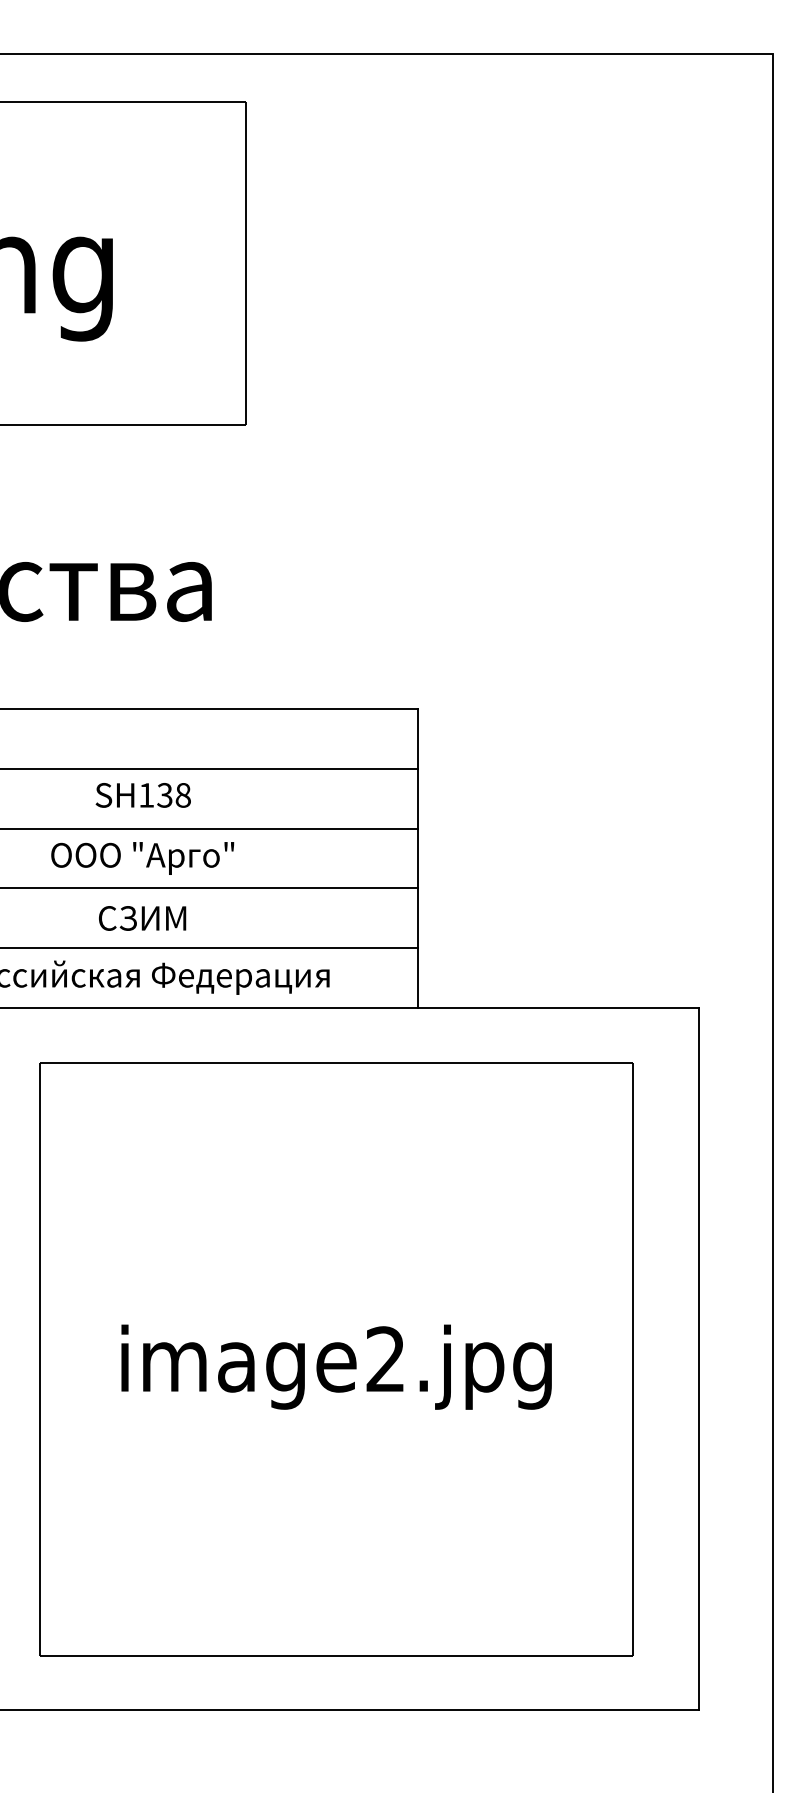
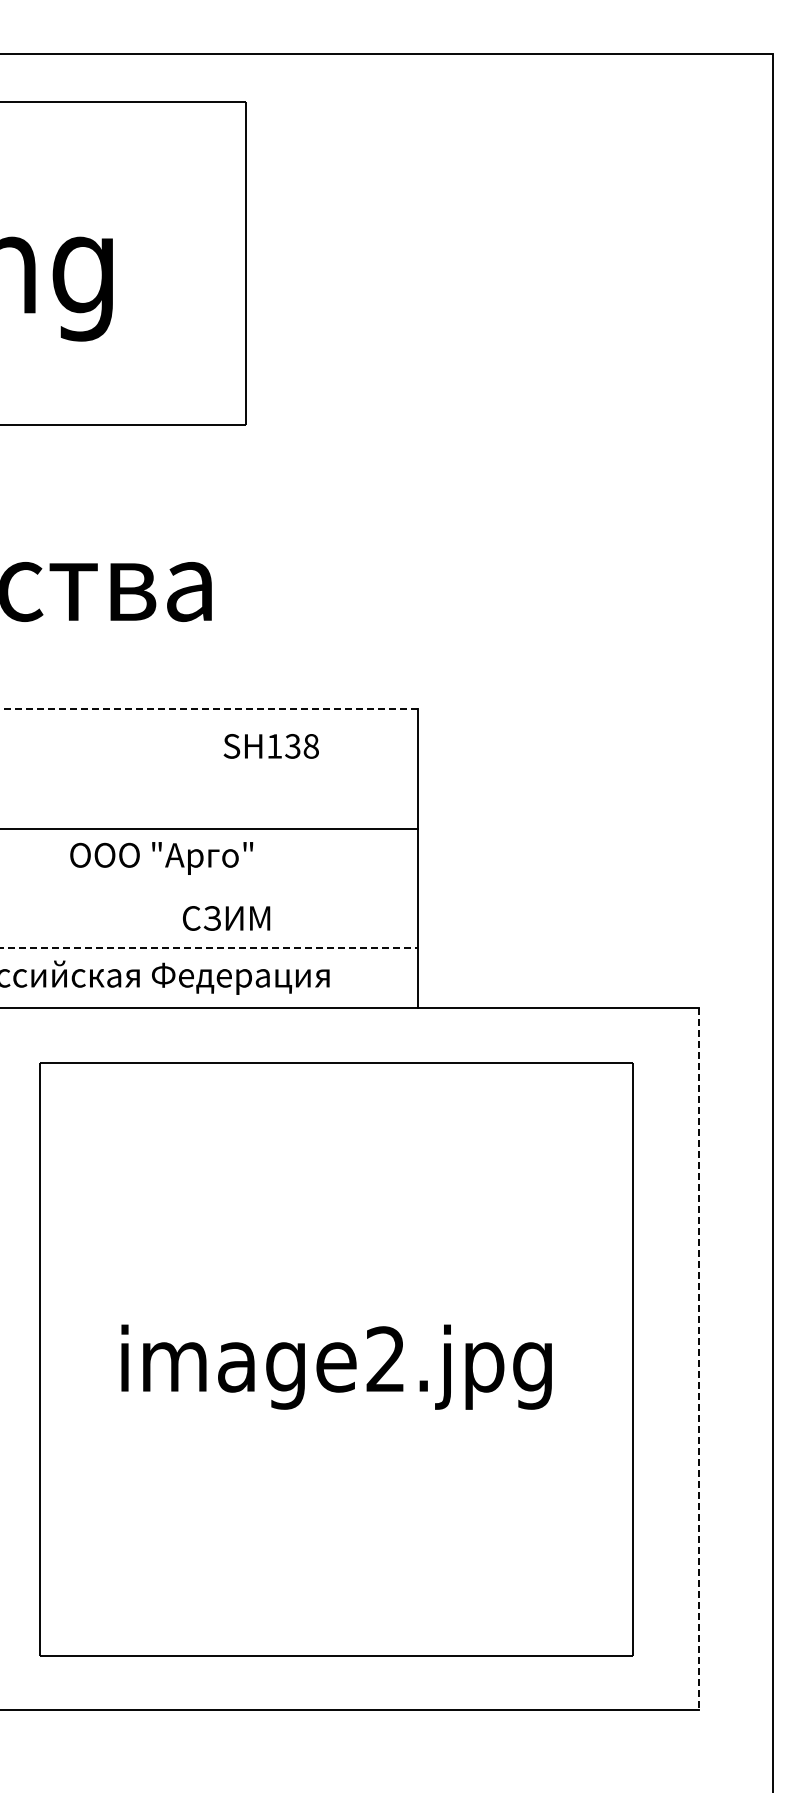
line at (209, 708): solid -> dashed
line at (210, 768): present -> none
text at (142, 795) position: (142, 795) -> (270, 746)
text at (142, 858) position: (142, 858) -> (161, 858)
line at (210, 888): present -> none
text at (142, 918) position: (142, 918) -> (226, 918)
line at (209, 948): solid -> dashed
line at (698, 1359): solid -> dashed
